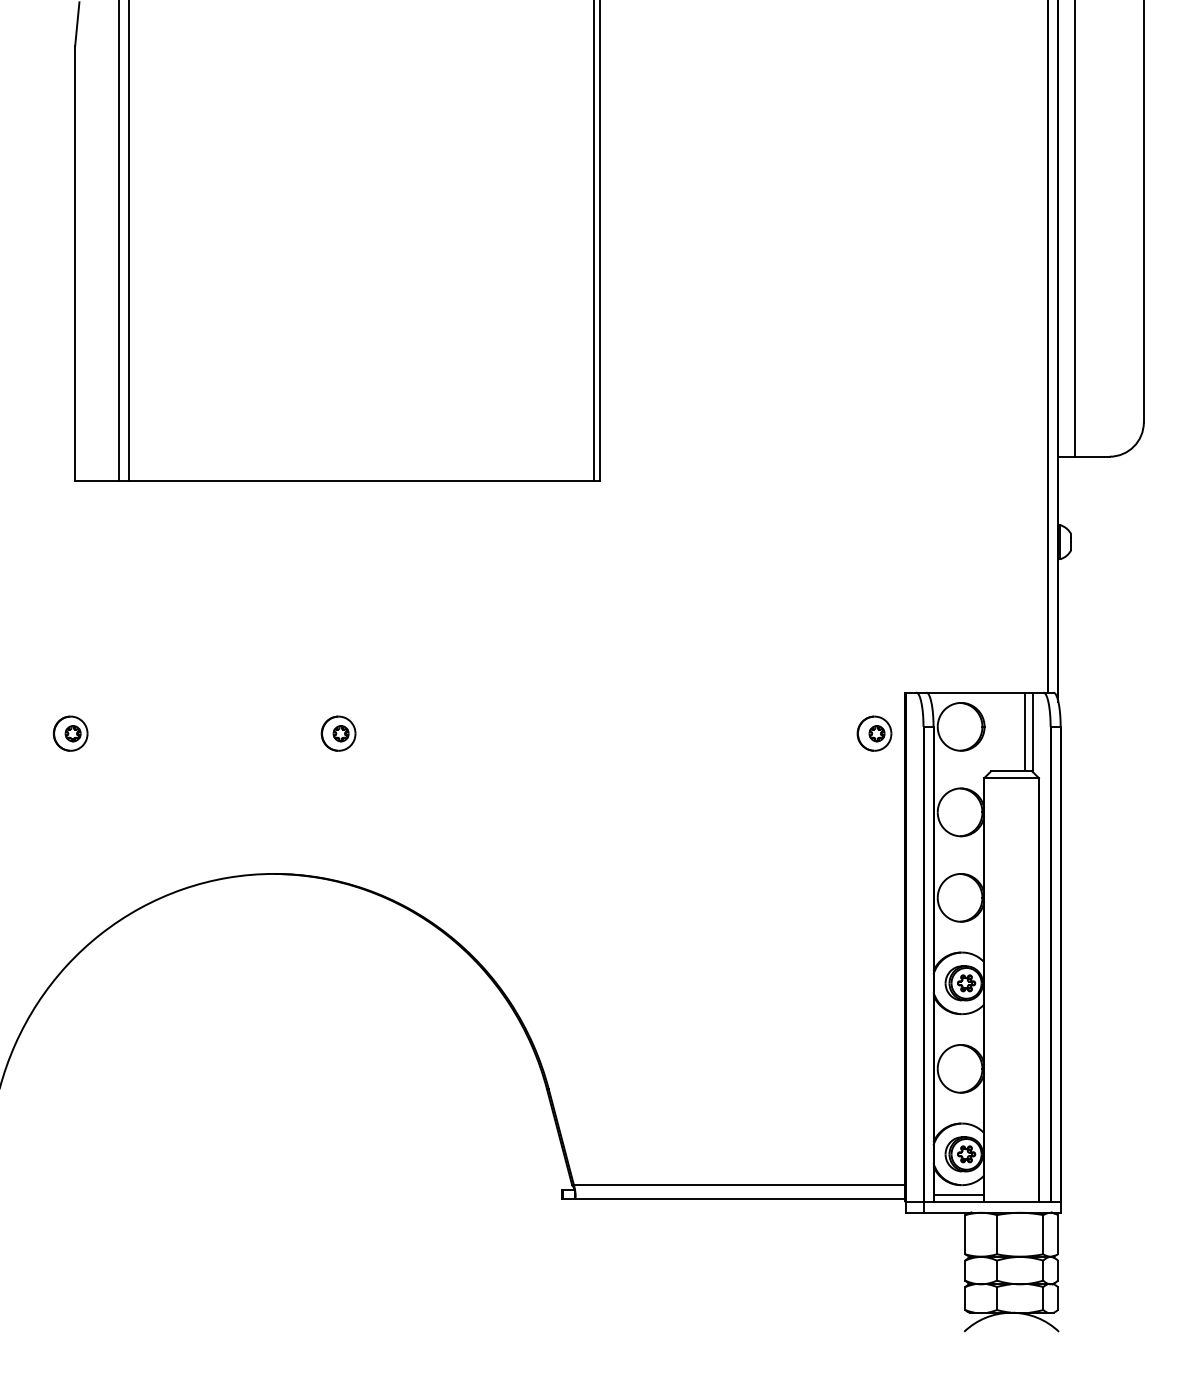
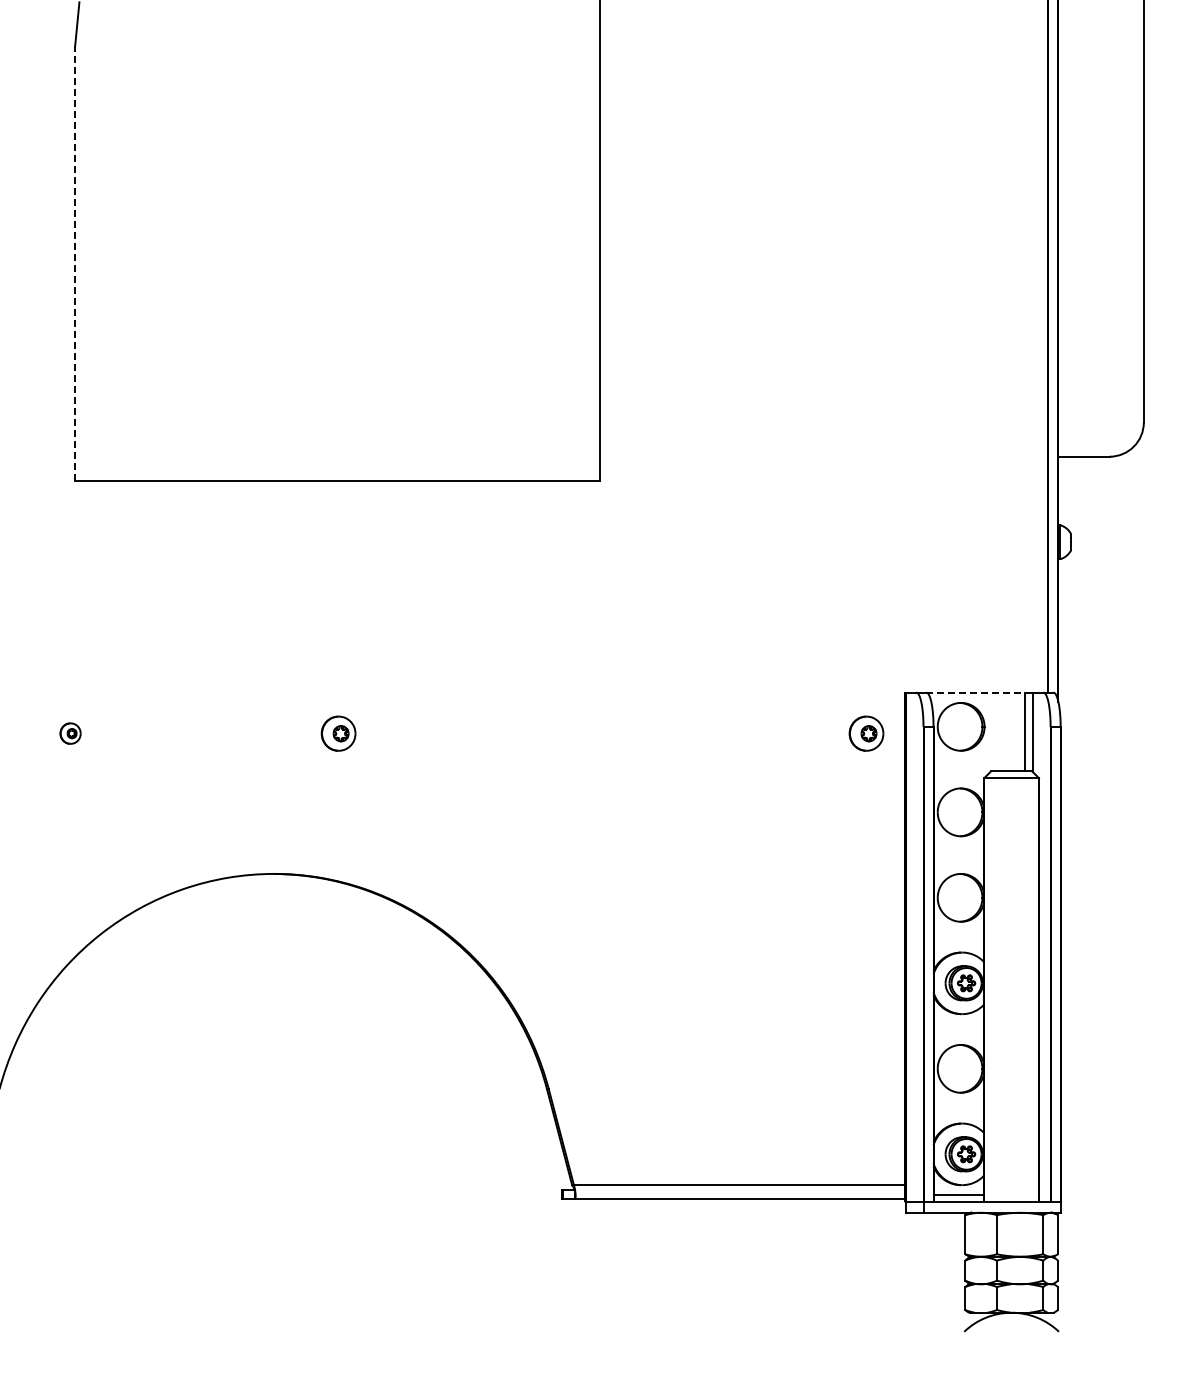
line at (1075, 229): present -> none
line at (118, 241): present -> none
line at (128, 241): present -> none
line at (593, 241): present -> none
line at (75, 262): solid -> dashed
line at (980, 692): solid -> dashed
part at (70, 733) size: 37x37 px -> 23x23 px
part at (874, 733) position: (874, 733) -> (866, 733)
